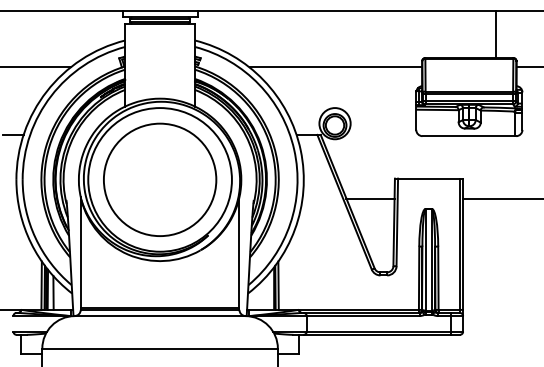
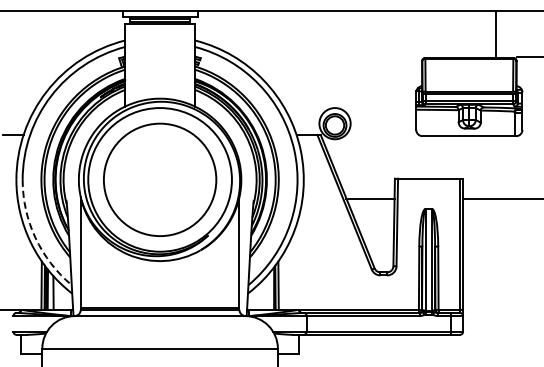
line at (36, 67): present -> none
line at (335, 67): present -> none
line at (528, 67) position: (528, 67) -> (528, 57)
arc at (35, 237): solid -> dashed
